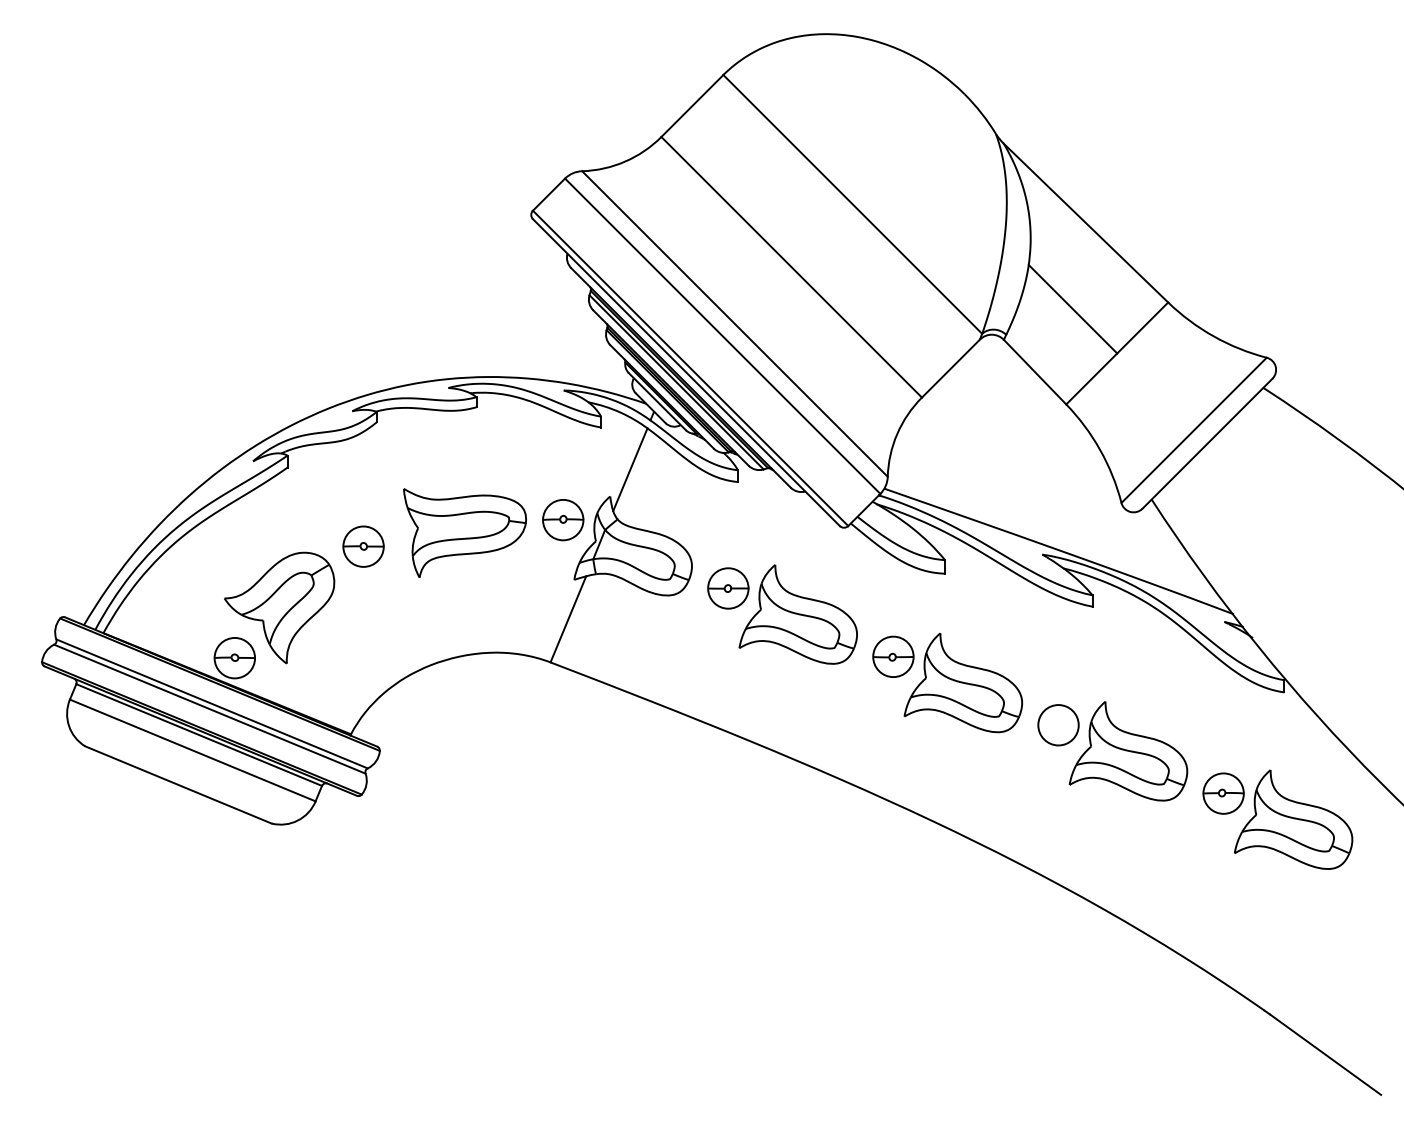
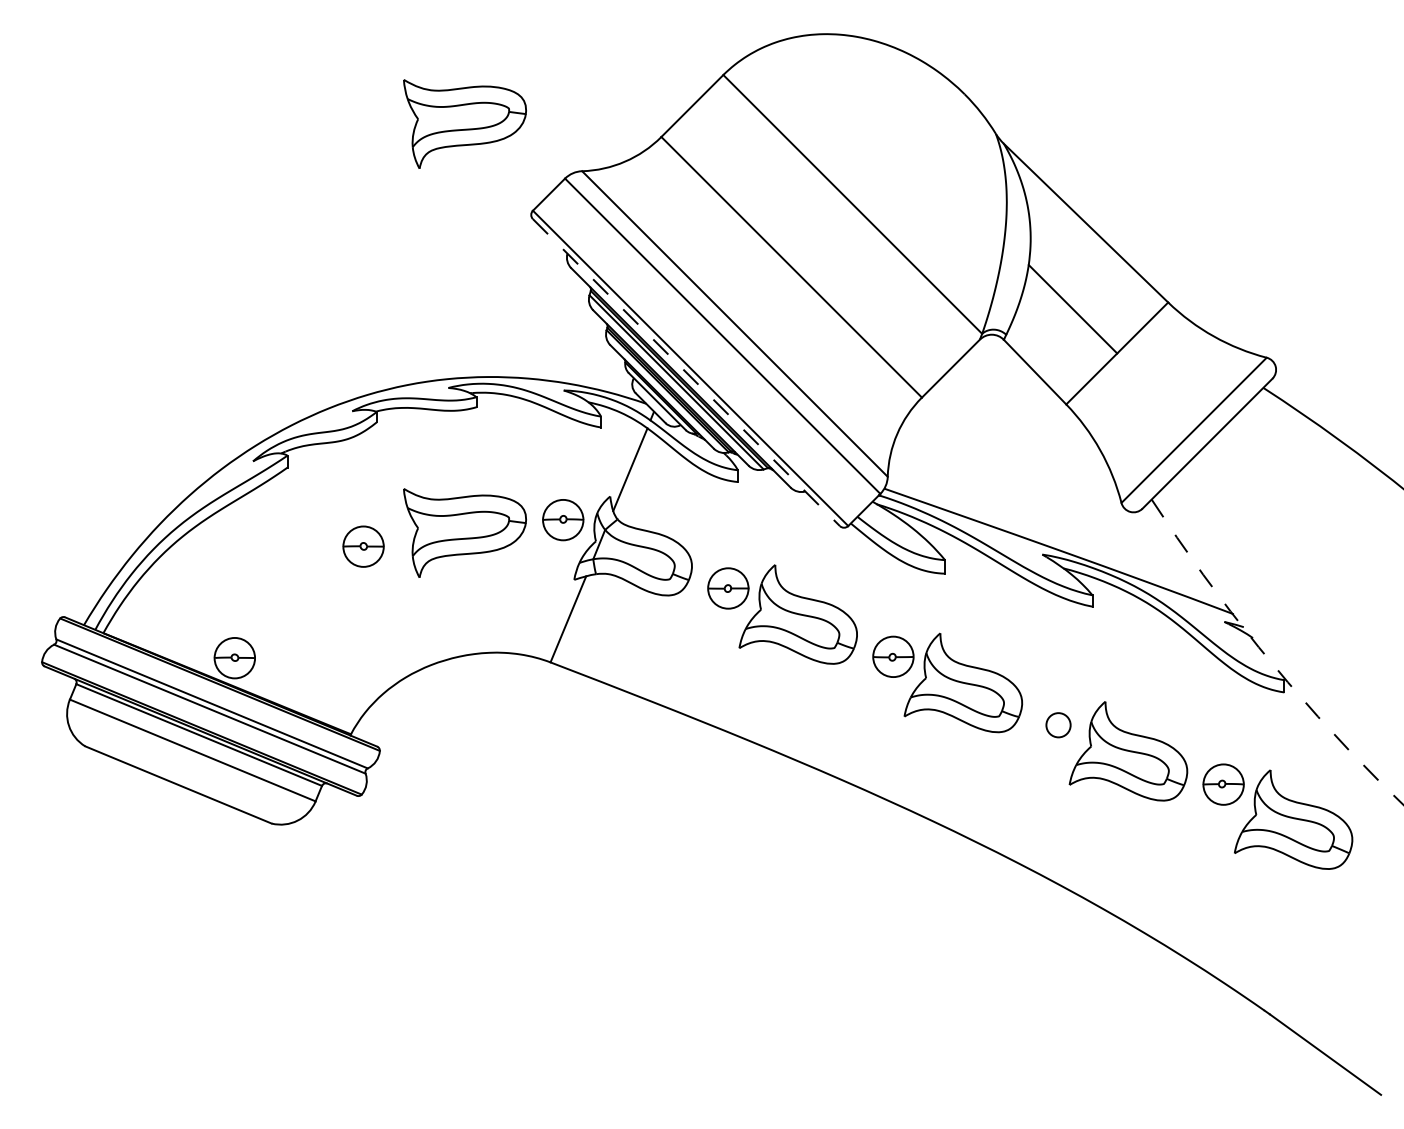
part at (464, 123): none -> present
line at (686, 372): solid -> dashed
part at (279, 607): present -> none
arc at (1268, 659): solid -> dashed
circle at (1058, 725) diameter: 40 px -> 24 px
part at (1223, 793) position: (1223, 793) -> (1223, 784)
